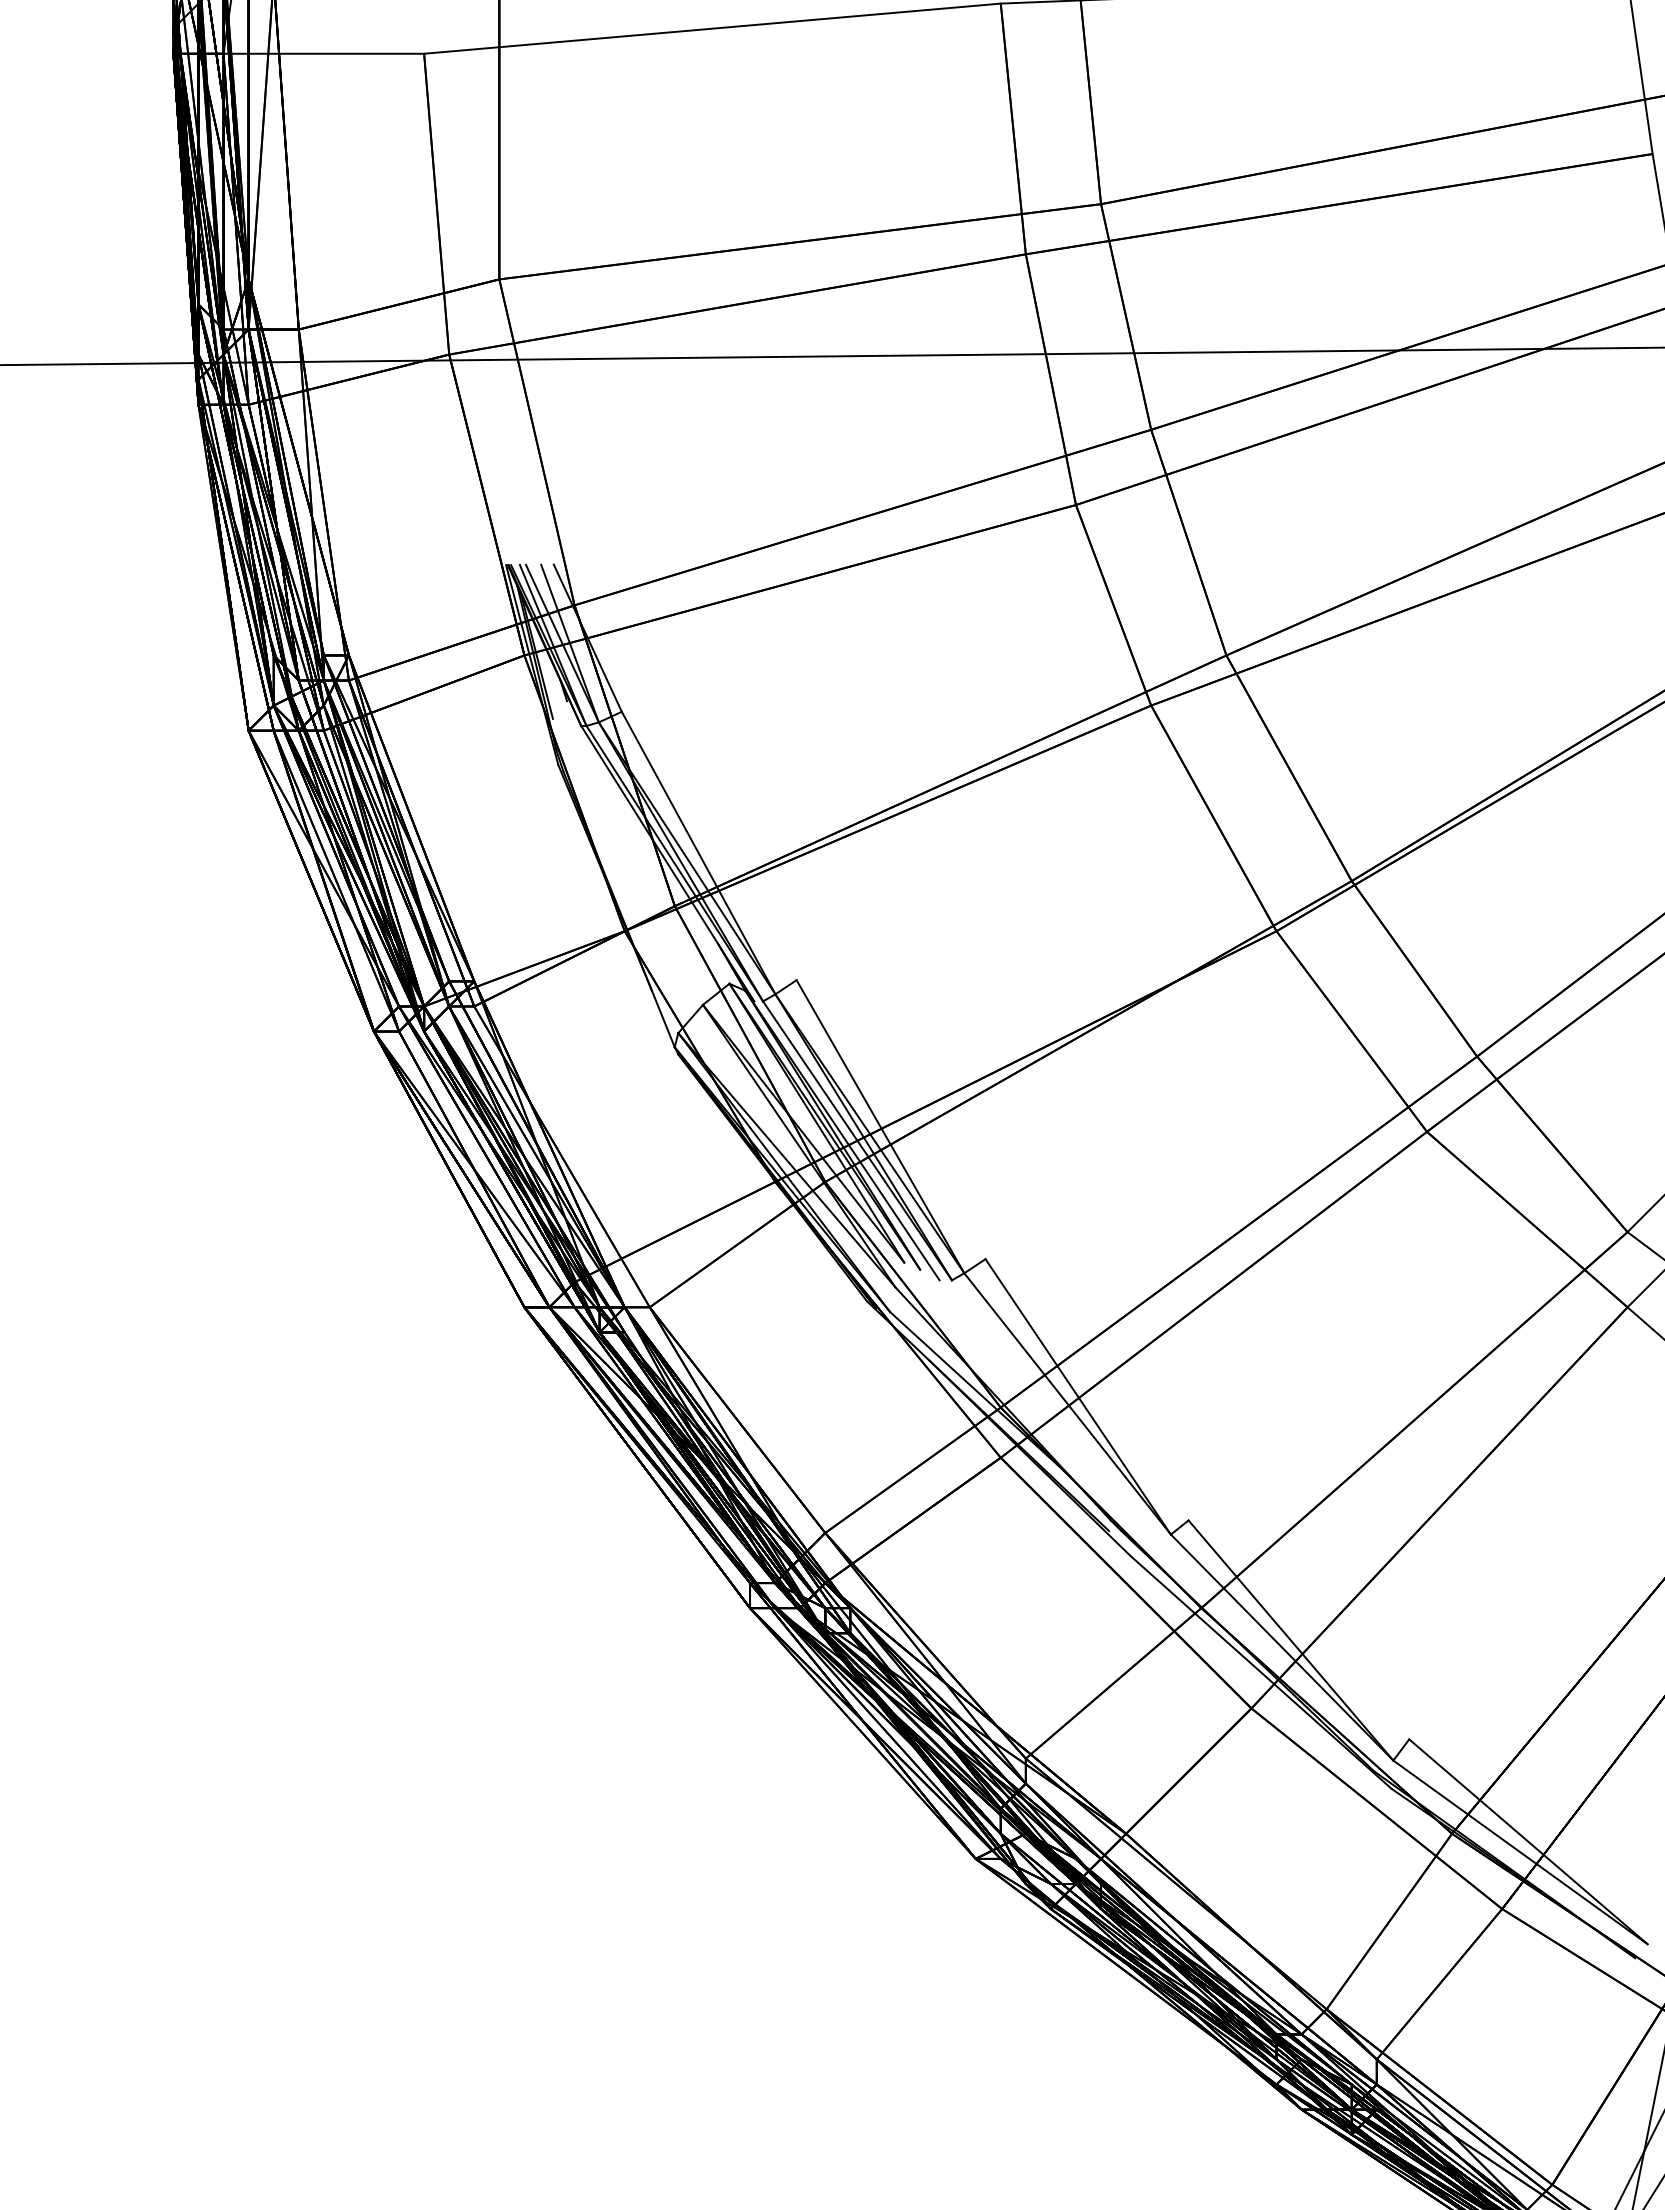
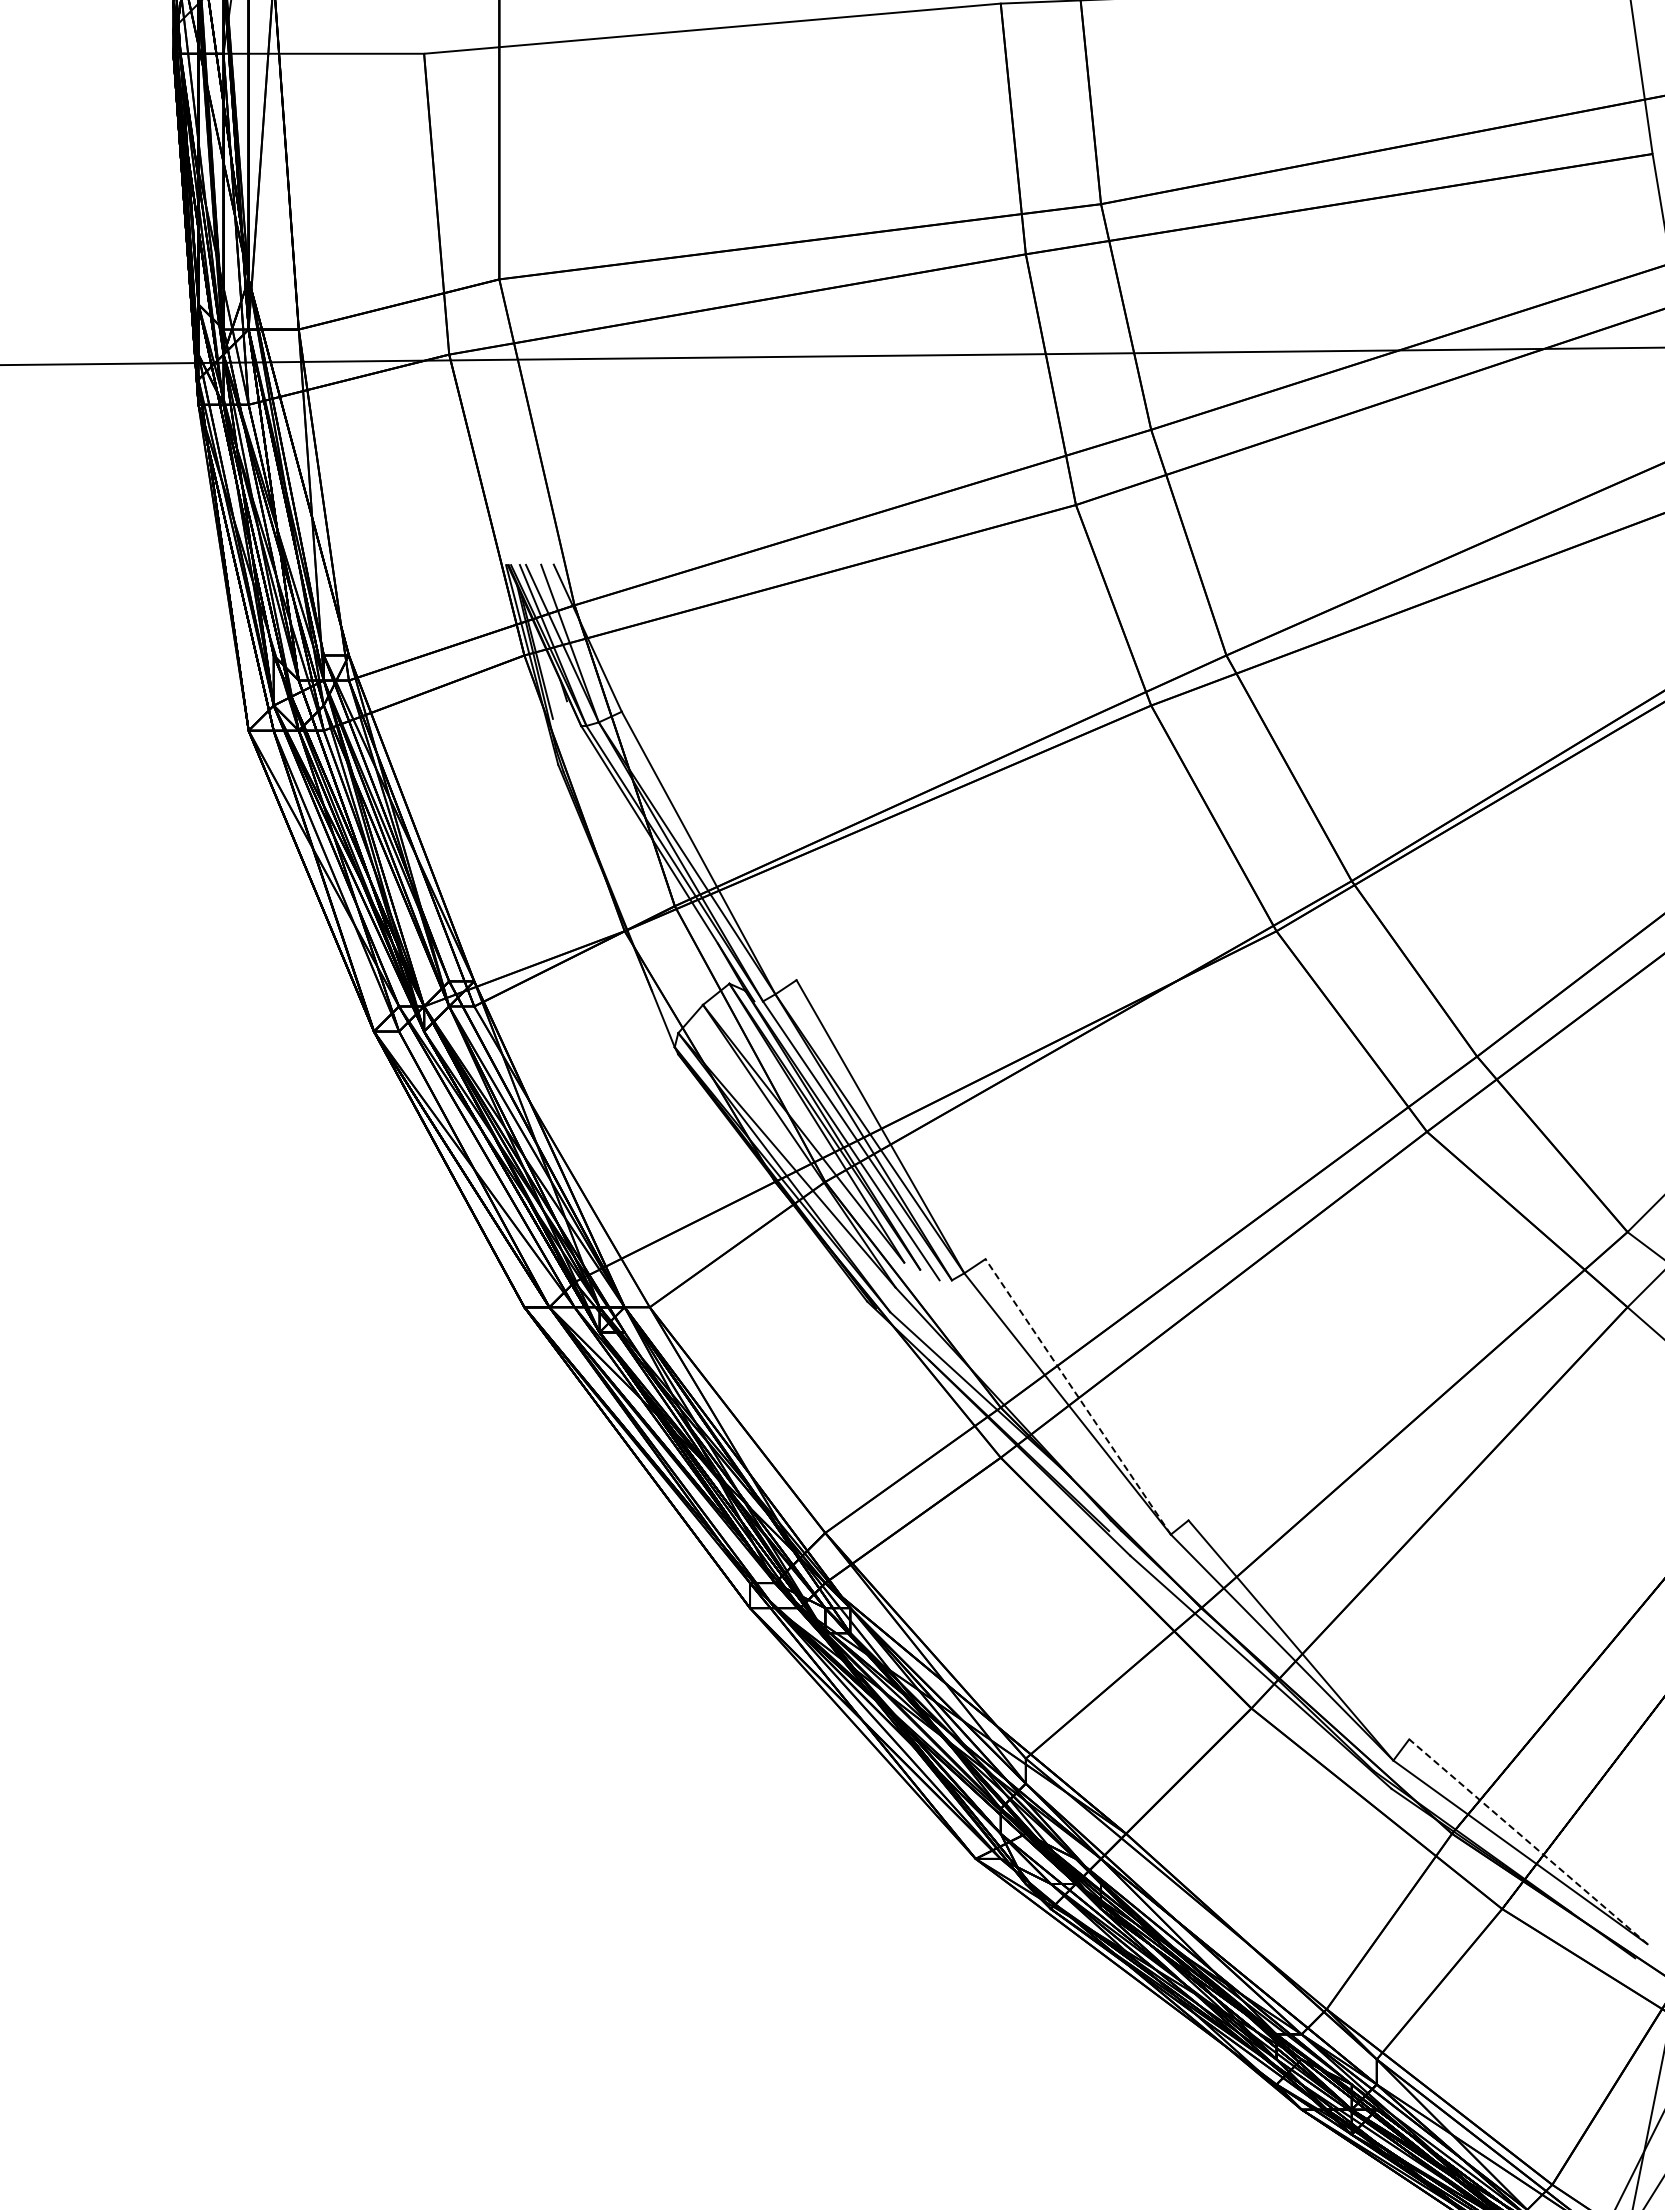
line at (1078, 1396): solid -> dashed
line at (1528, 1841): solid -> dashed
